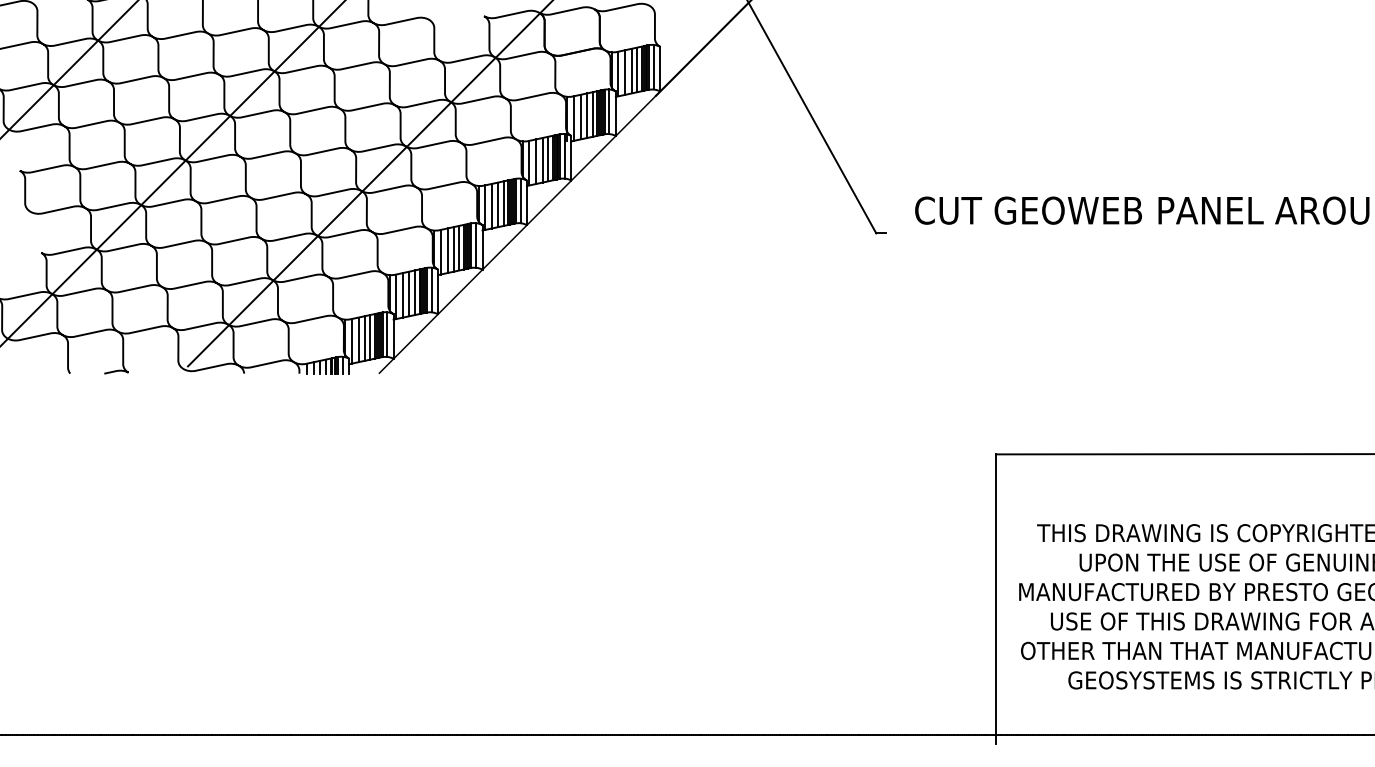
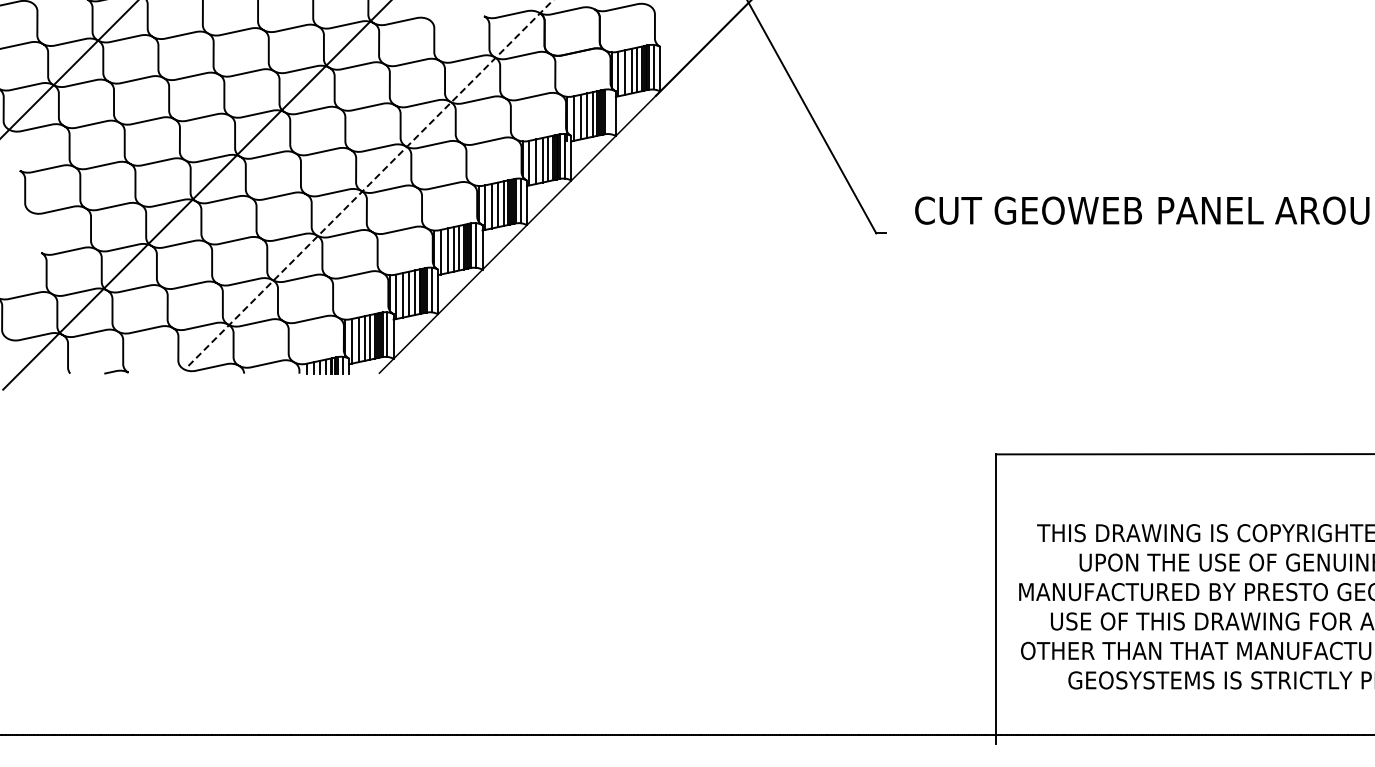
line at (609, 111): present -> none
line at (172, 173) position: (172, 173) -> (196, 195)
line at (370, 183): solid -> dashed
